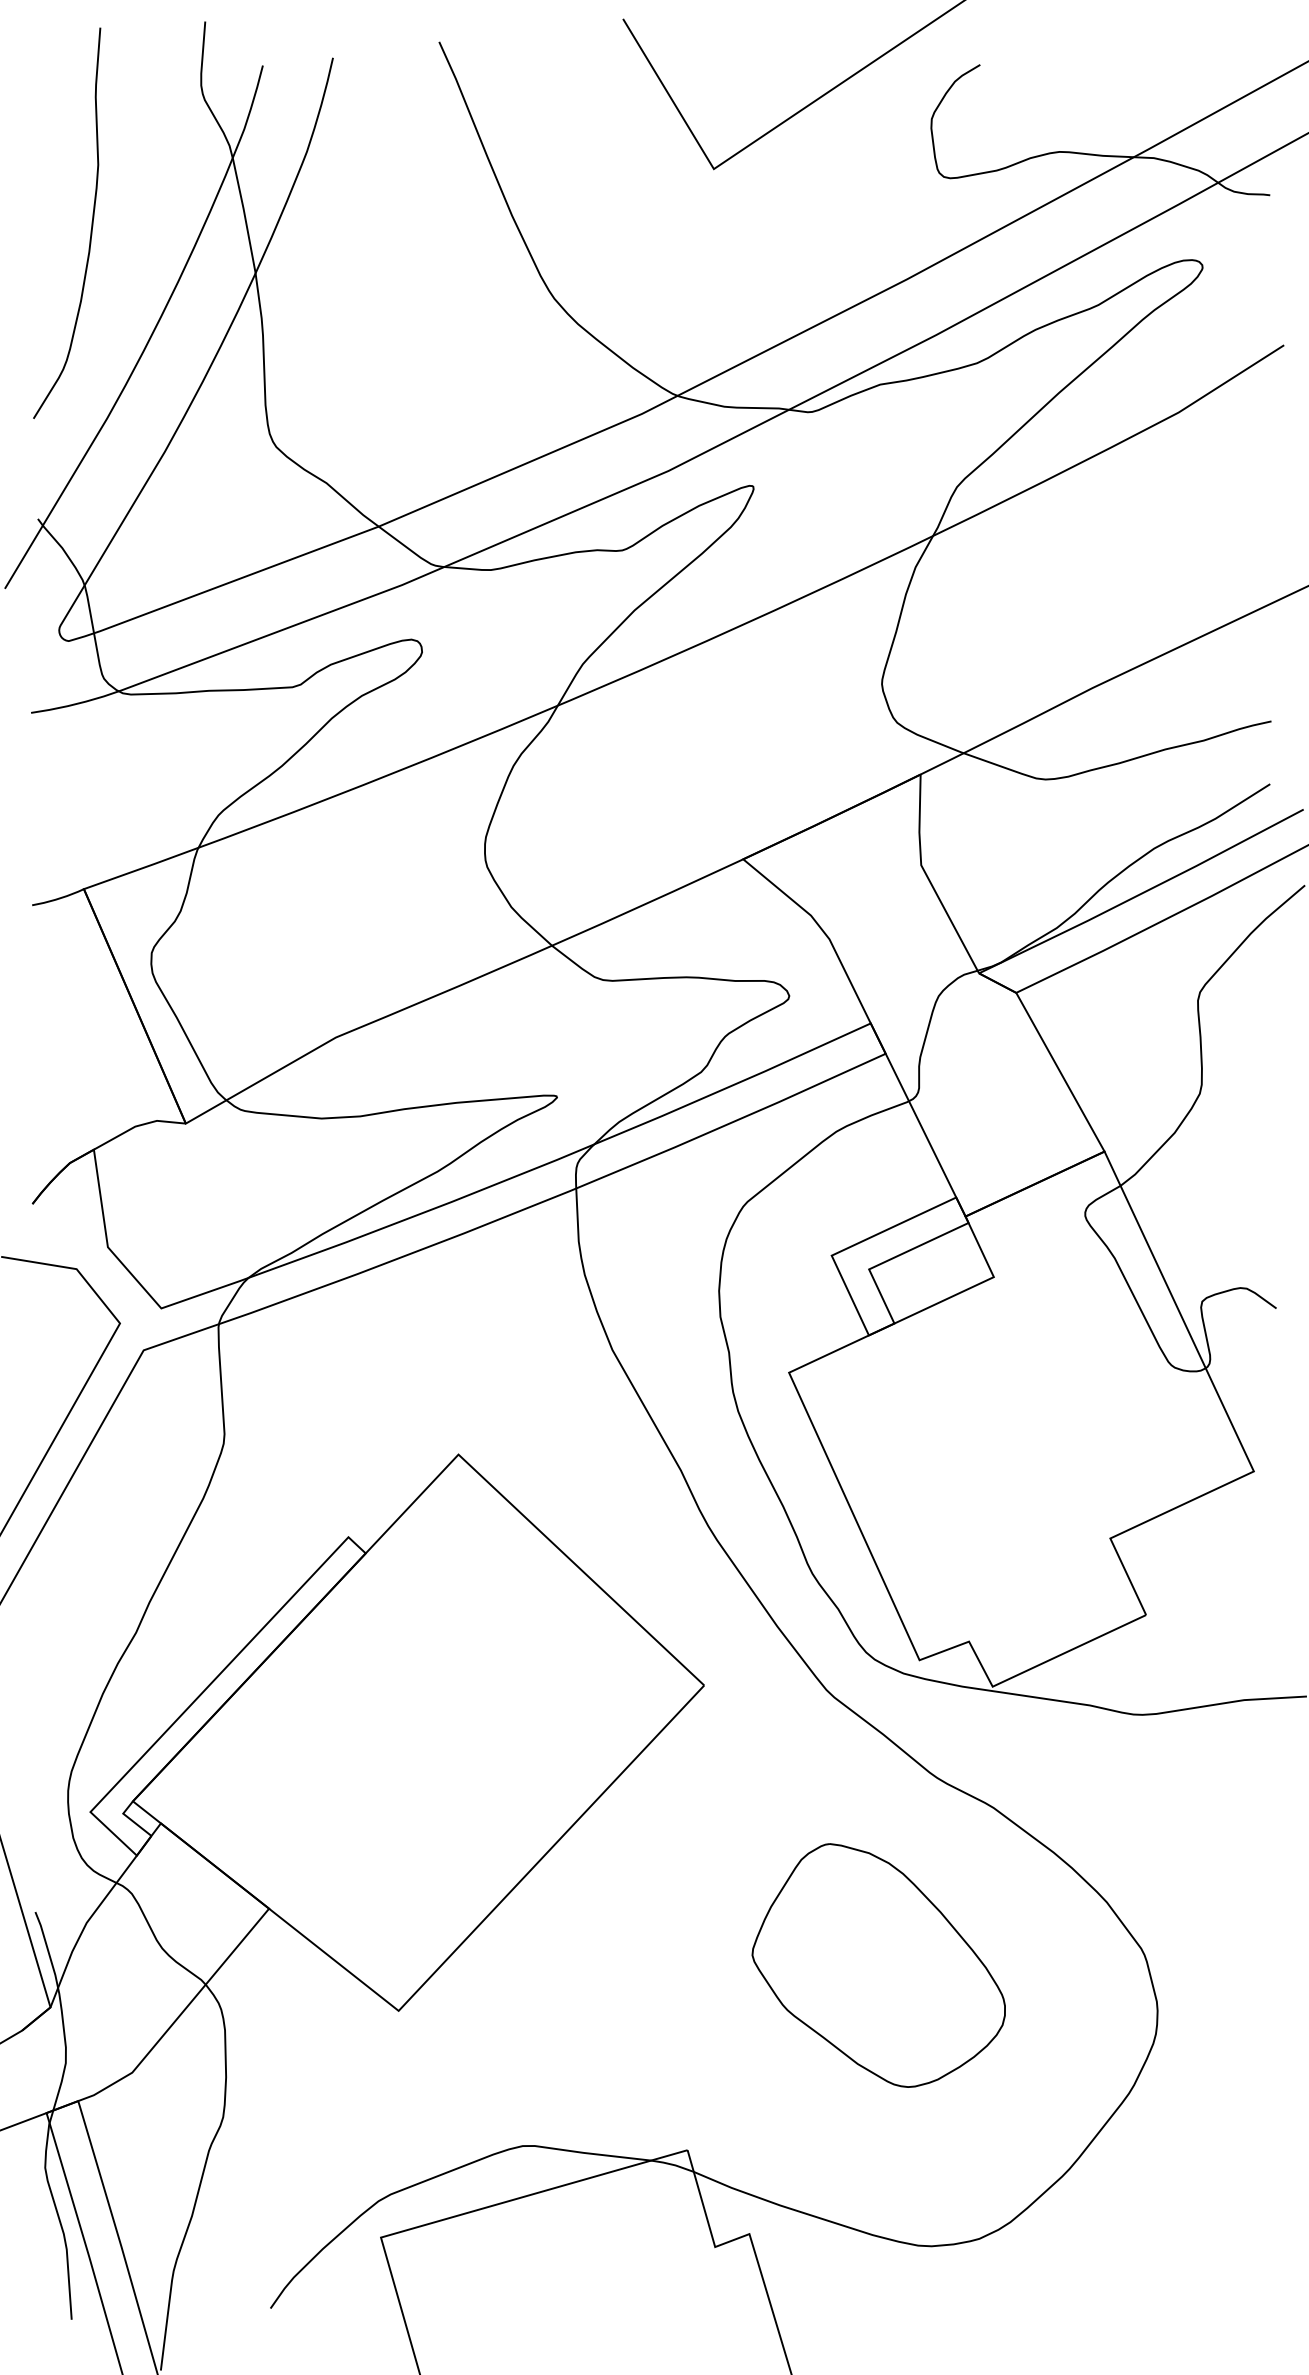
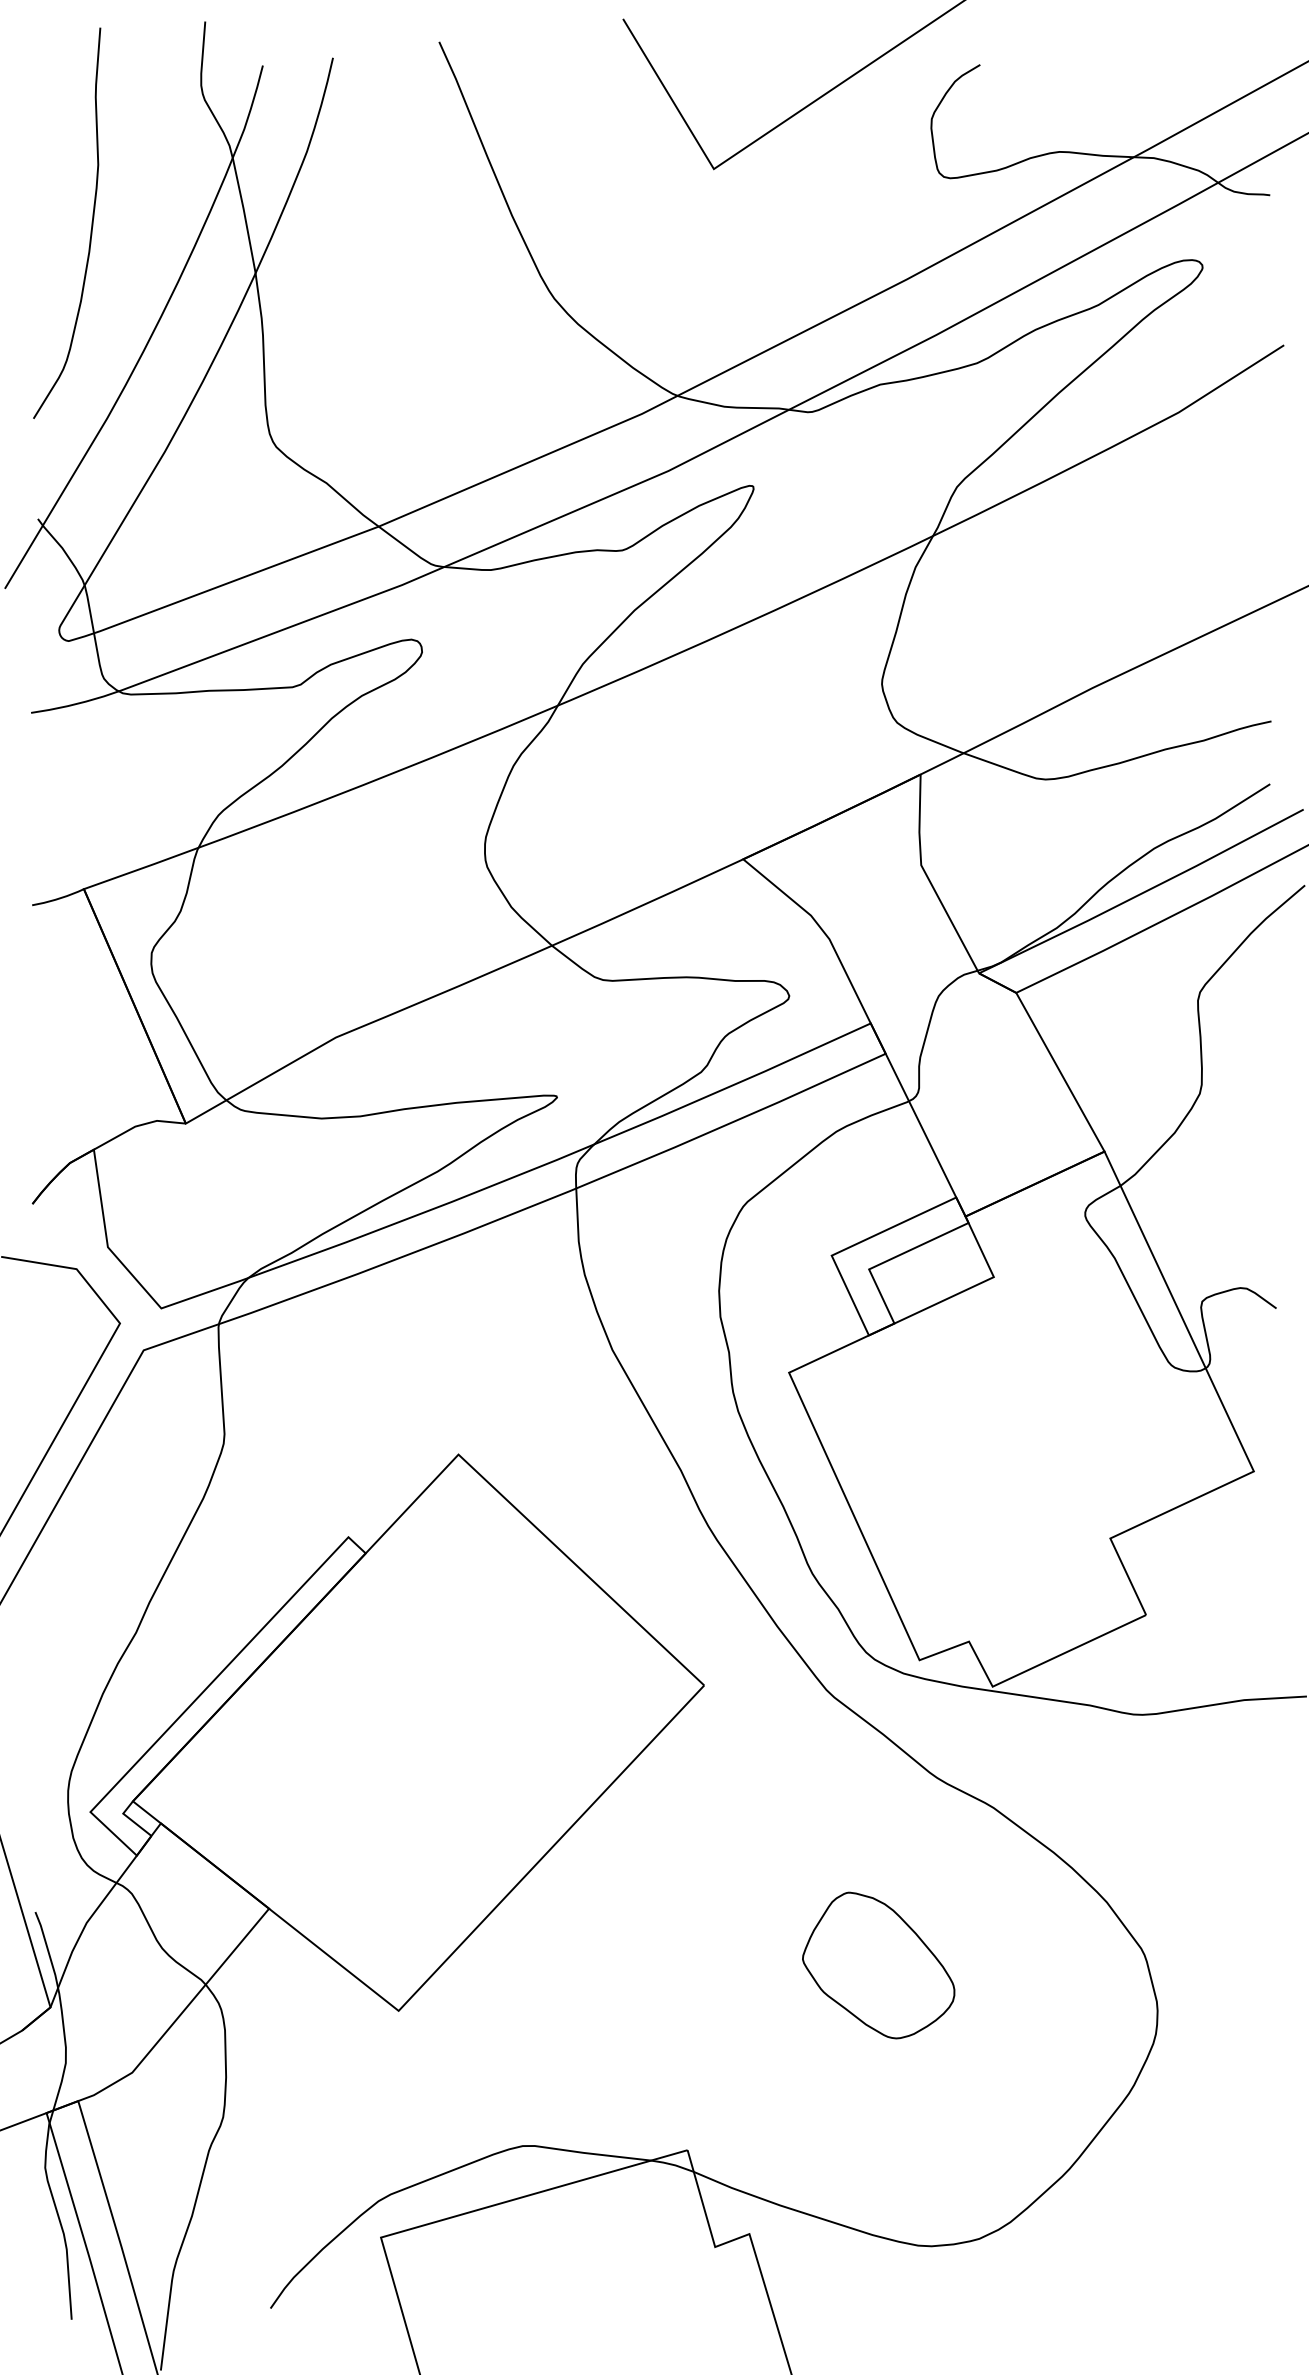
part at (878, 1965) size: 255x245 px -> 154x149 px
